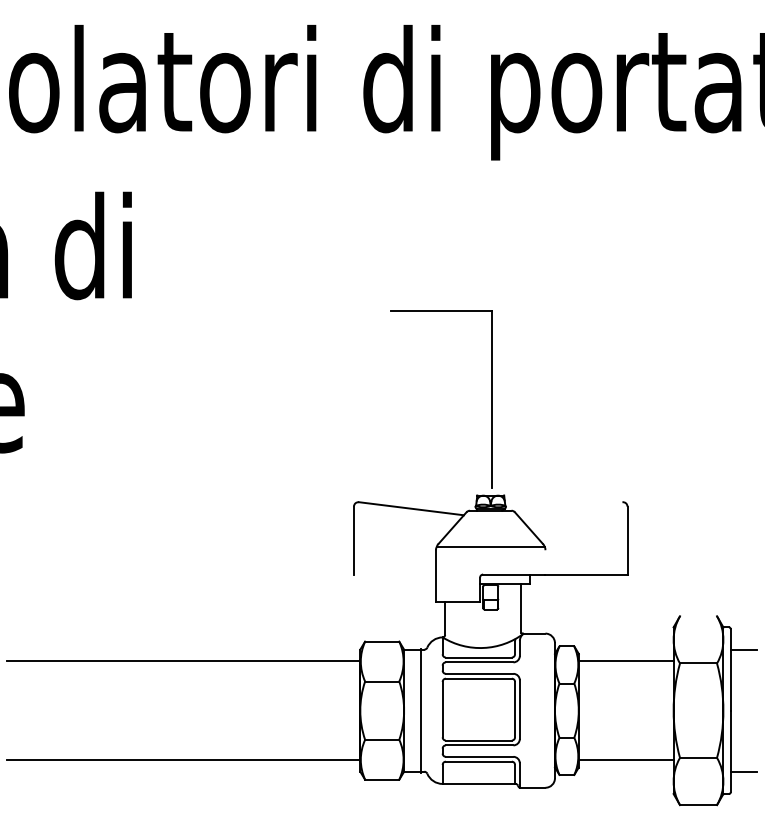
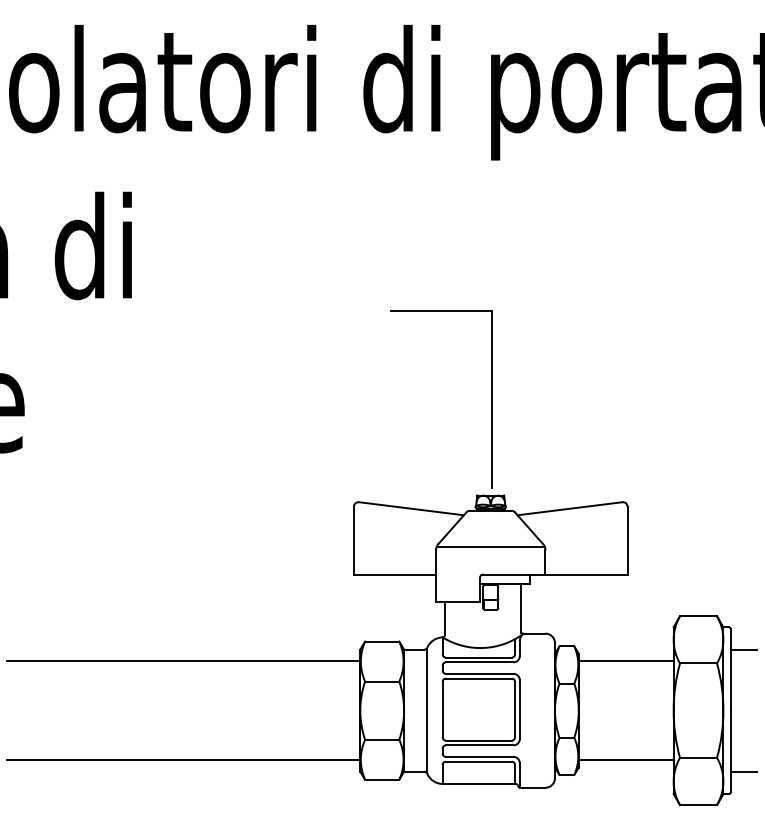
line at (569, 508): none -> present
line at (545, 562): none -> present
line at (394, 574): none -> present
line at (698, 616): none -> present
line at (420, 710) position: (420, 710) -> (426, 710)
